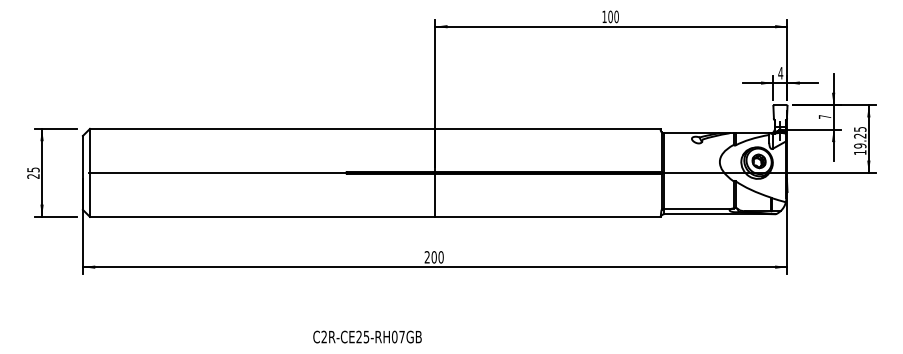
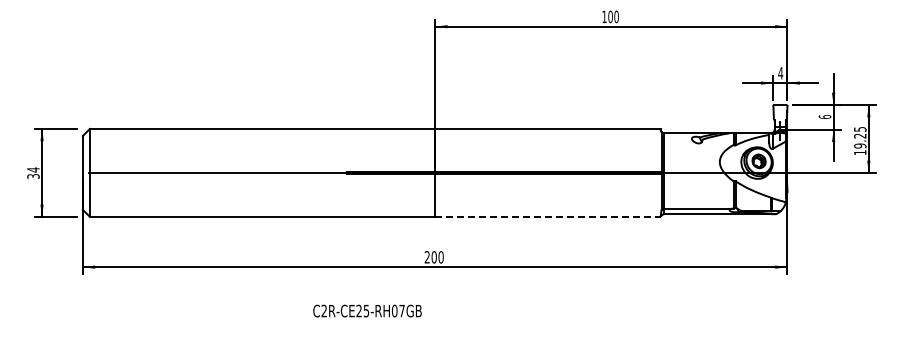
text at (824, 116): 7 -> 6
text at (33, 172): 25 -> 34
line at (548, 216): solid -> dashed
text at (367, 336) position: (367, 336) -> (367, 310)
